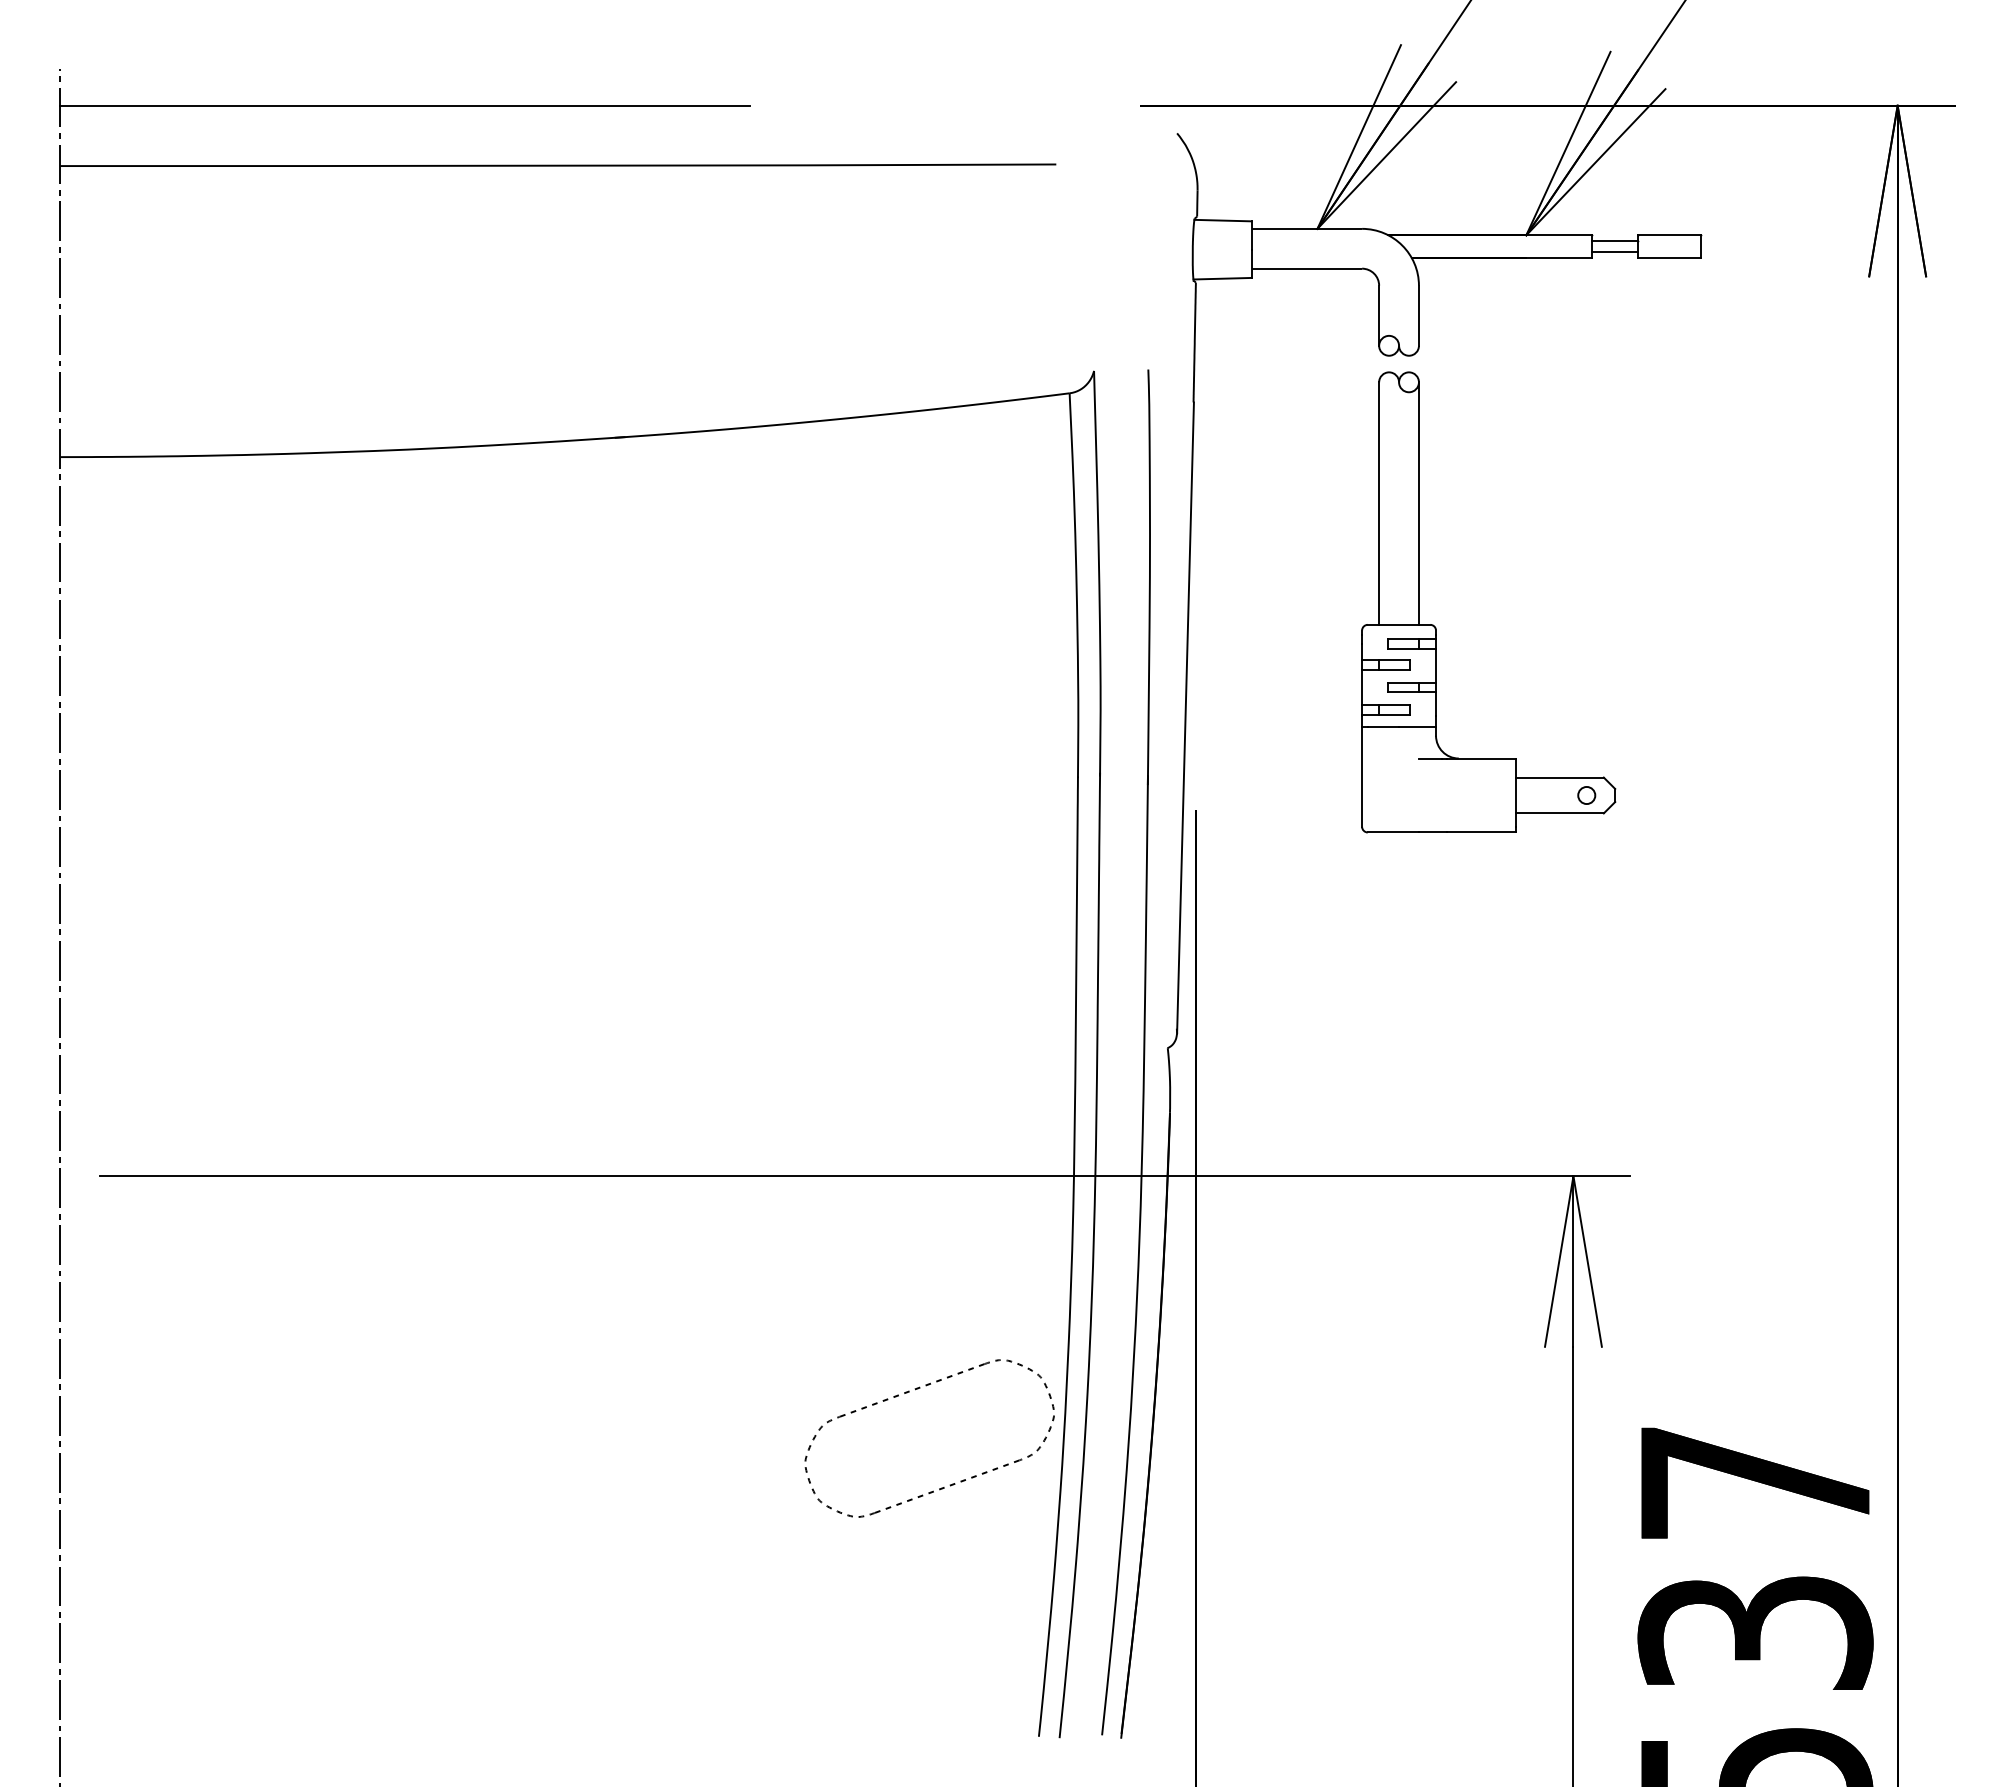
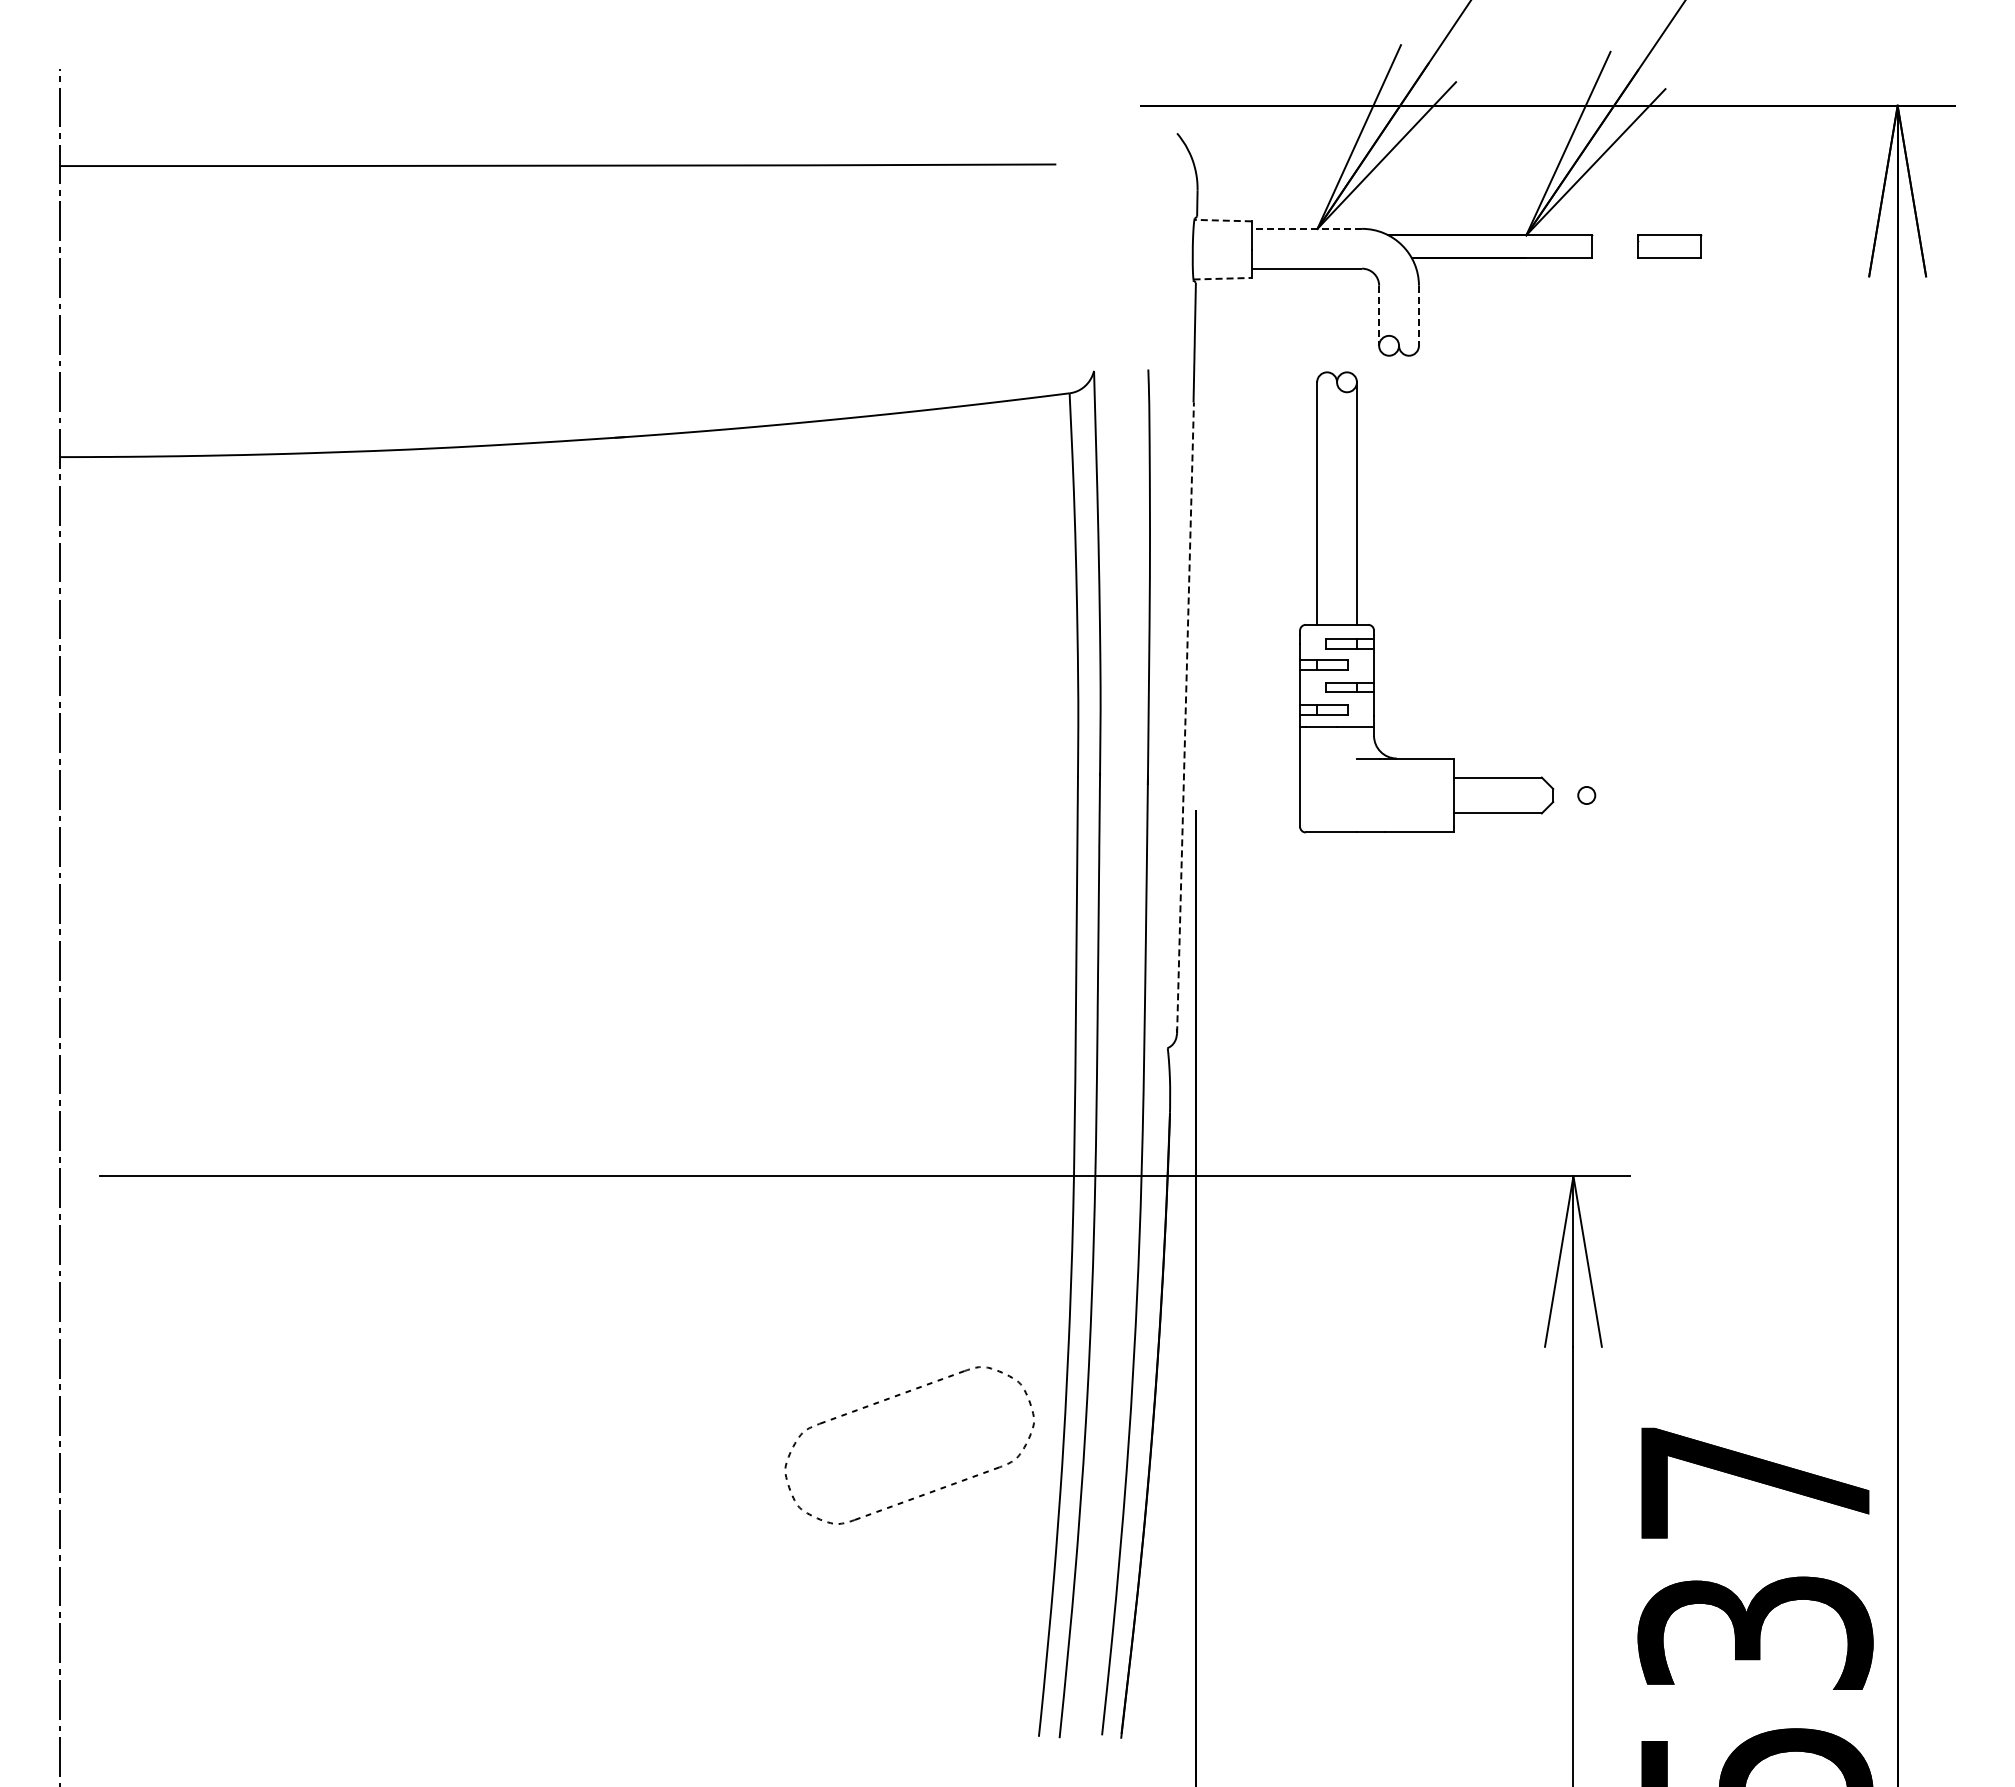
line at (404, 105): present -> none
line at (1223, 220): solid -> dashed
line at (1306, 228): solid -> dashed
line at (1615, 240): present -> none
line at (1615, 252): present -> none
line at (1223, 278): solid -> dashed
line at (1379, 316): solid -> dashed
line at (1418, 316): solid -> dashed
part at (1436, 627) position: (1436, 627) -> (1374, 627)
line at (1185, 717): solid -> dashed
part at (915, 1390) position: (915, 1390) -> (895, 1397)
